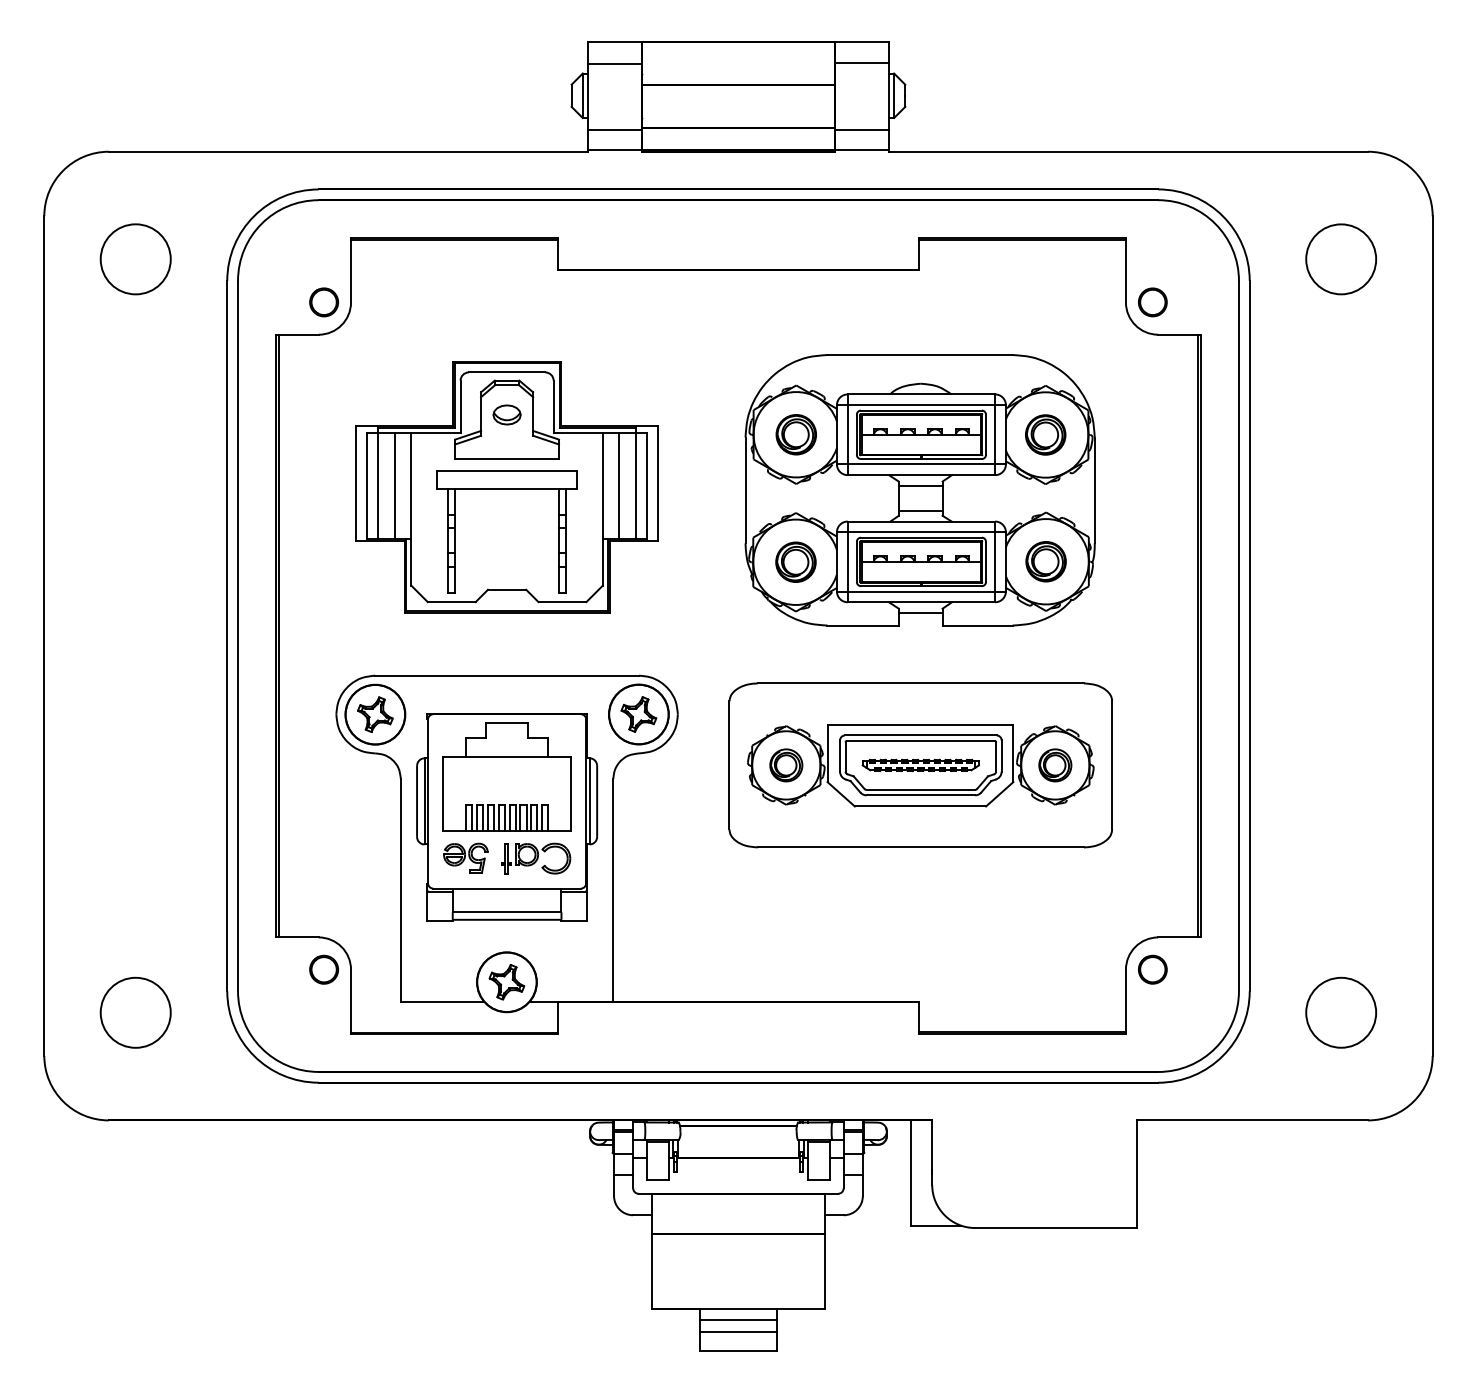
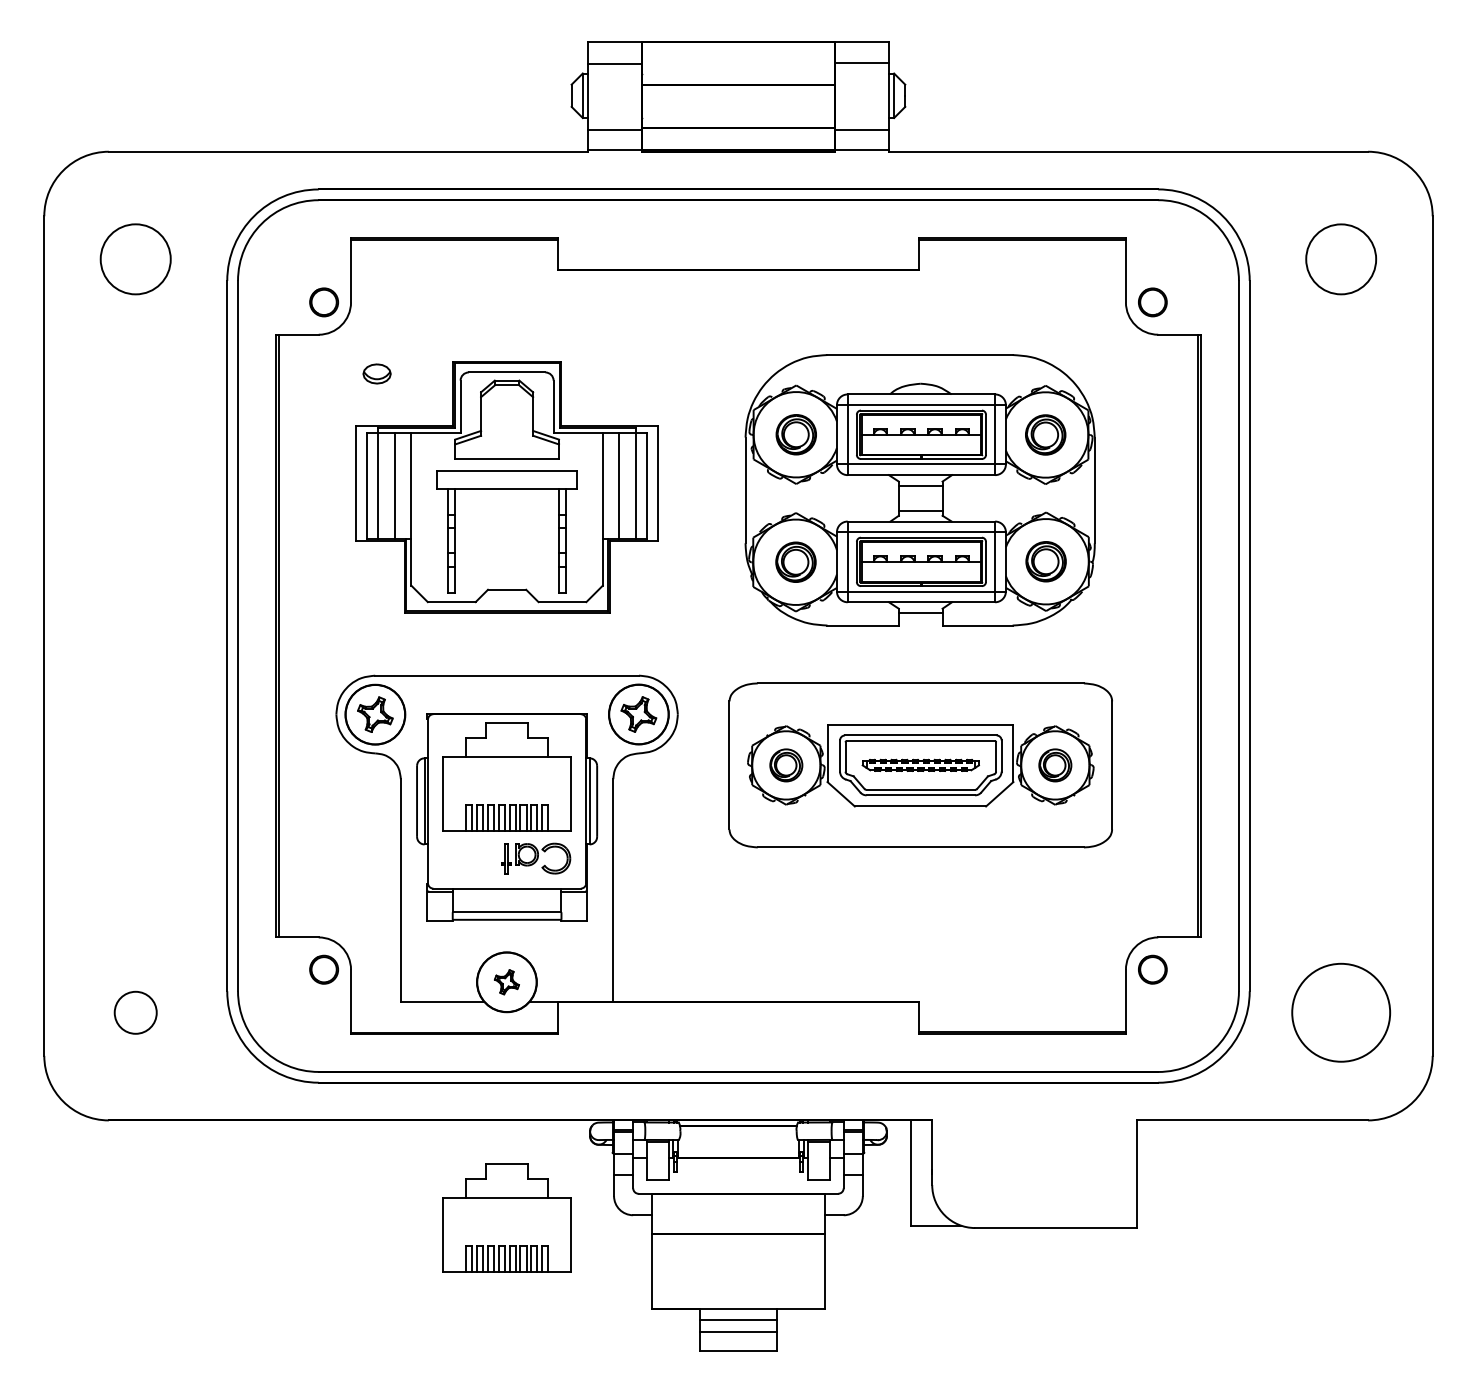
part at (506, 414) position: (506, 414) -> (376, 373)
part at (465, 857): present -> none
part at (506, 982) size: 38x37 px -> 26x27 px
circle at (135, 1012) diameter: 70 px -> 42 px
circle at (1341, 1012) diameter: 70 px -> 98 px
part at (506, 1217): none -> present
